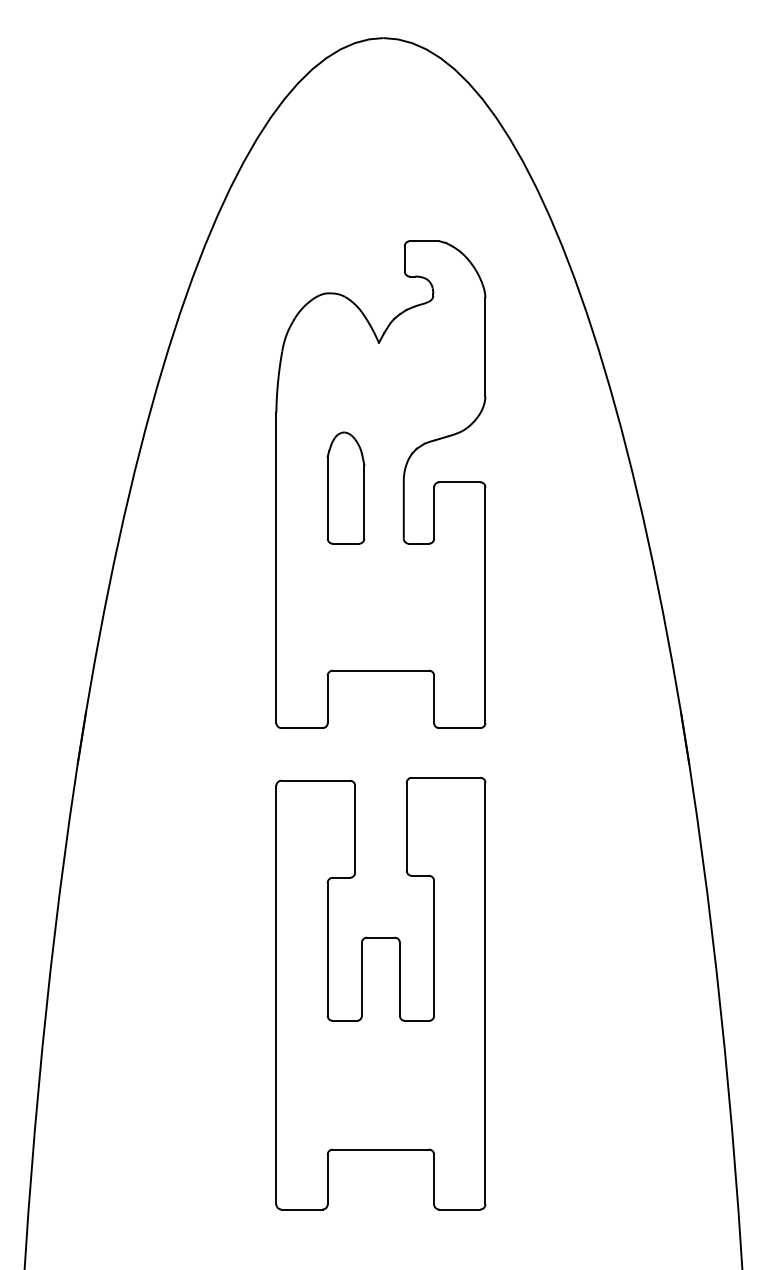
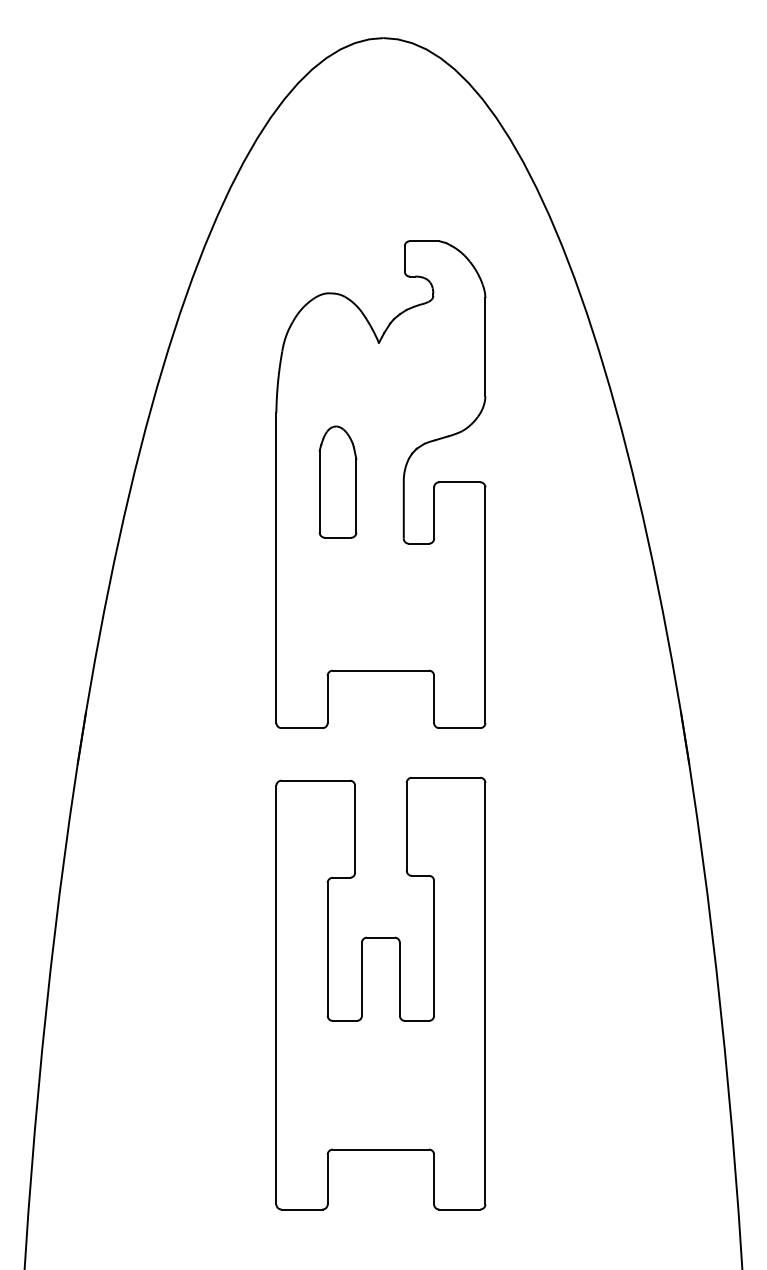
part at (345, 487) position: (345, 487) -> (337, 481)
